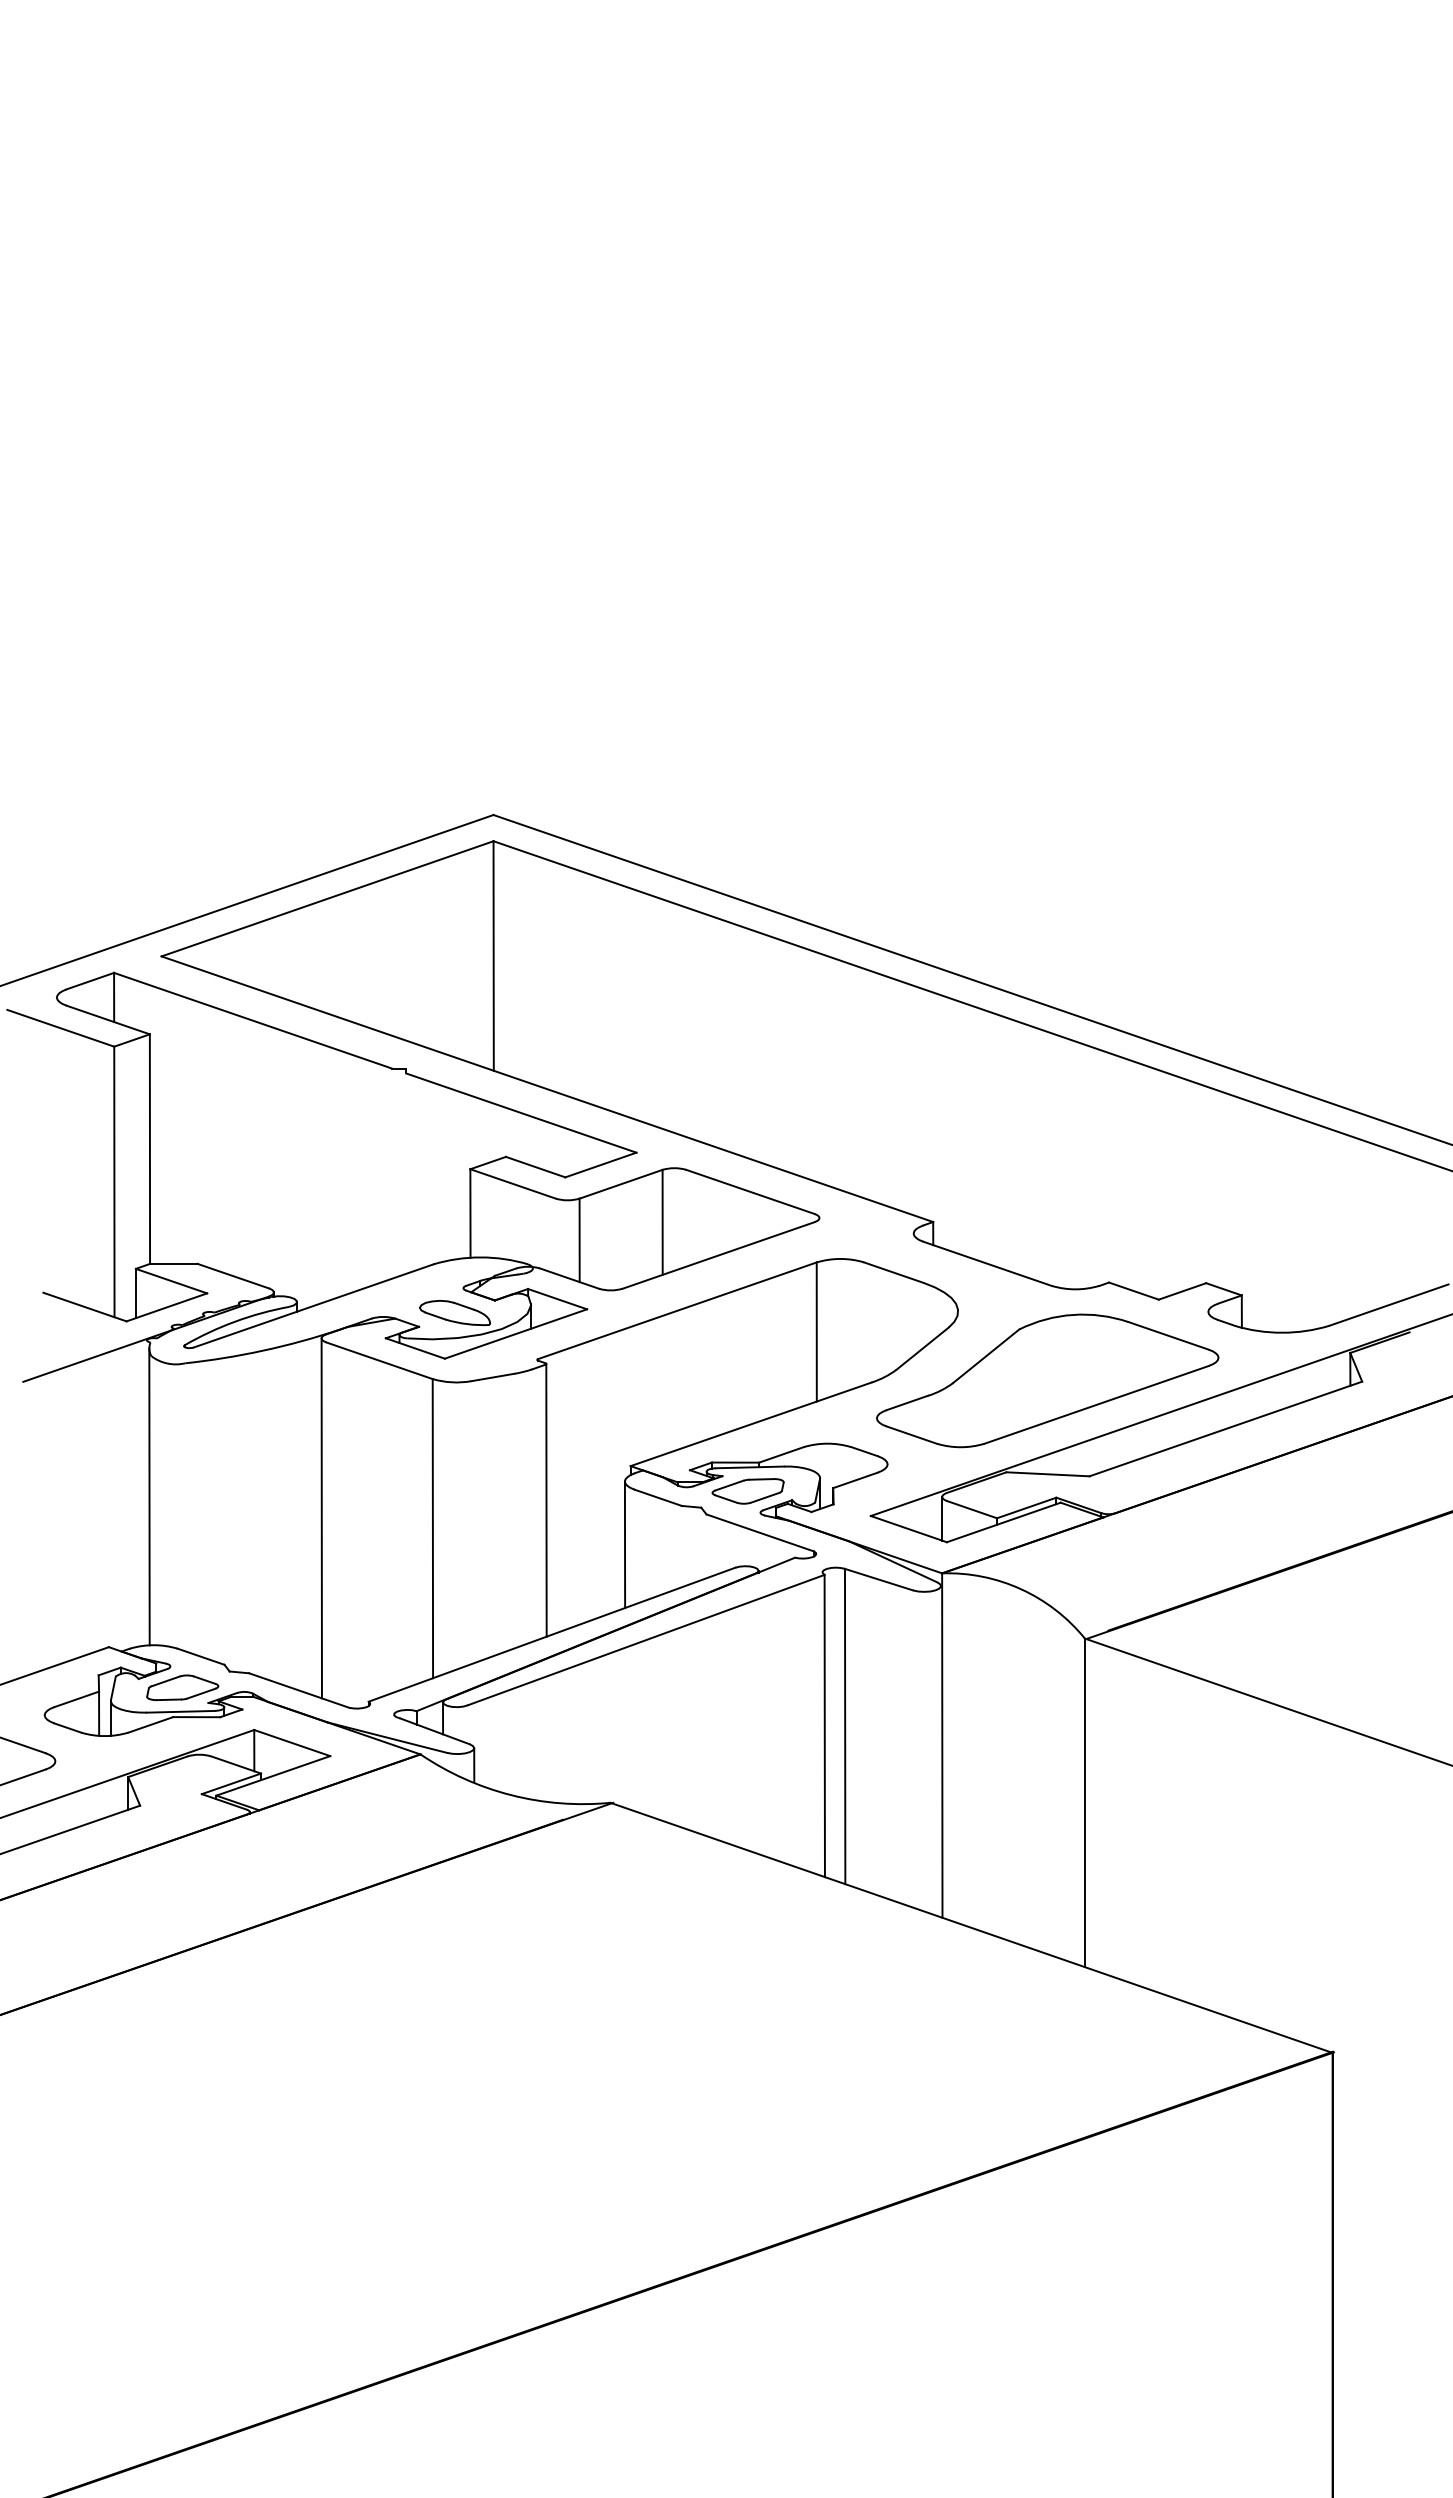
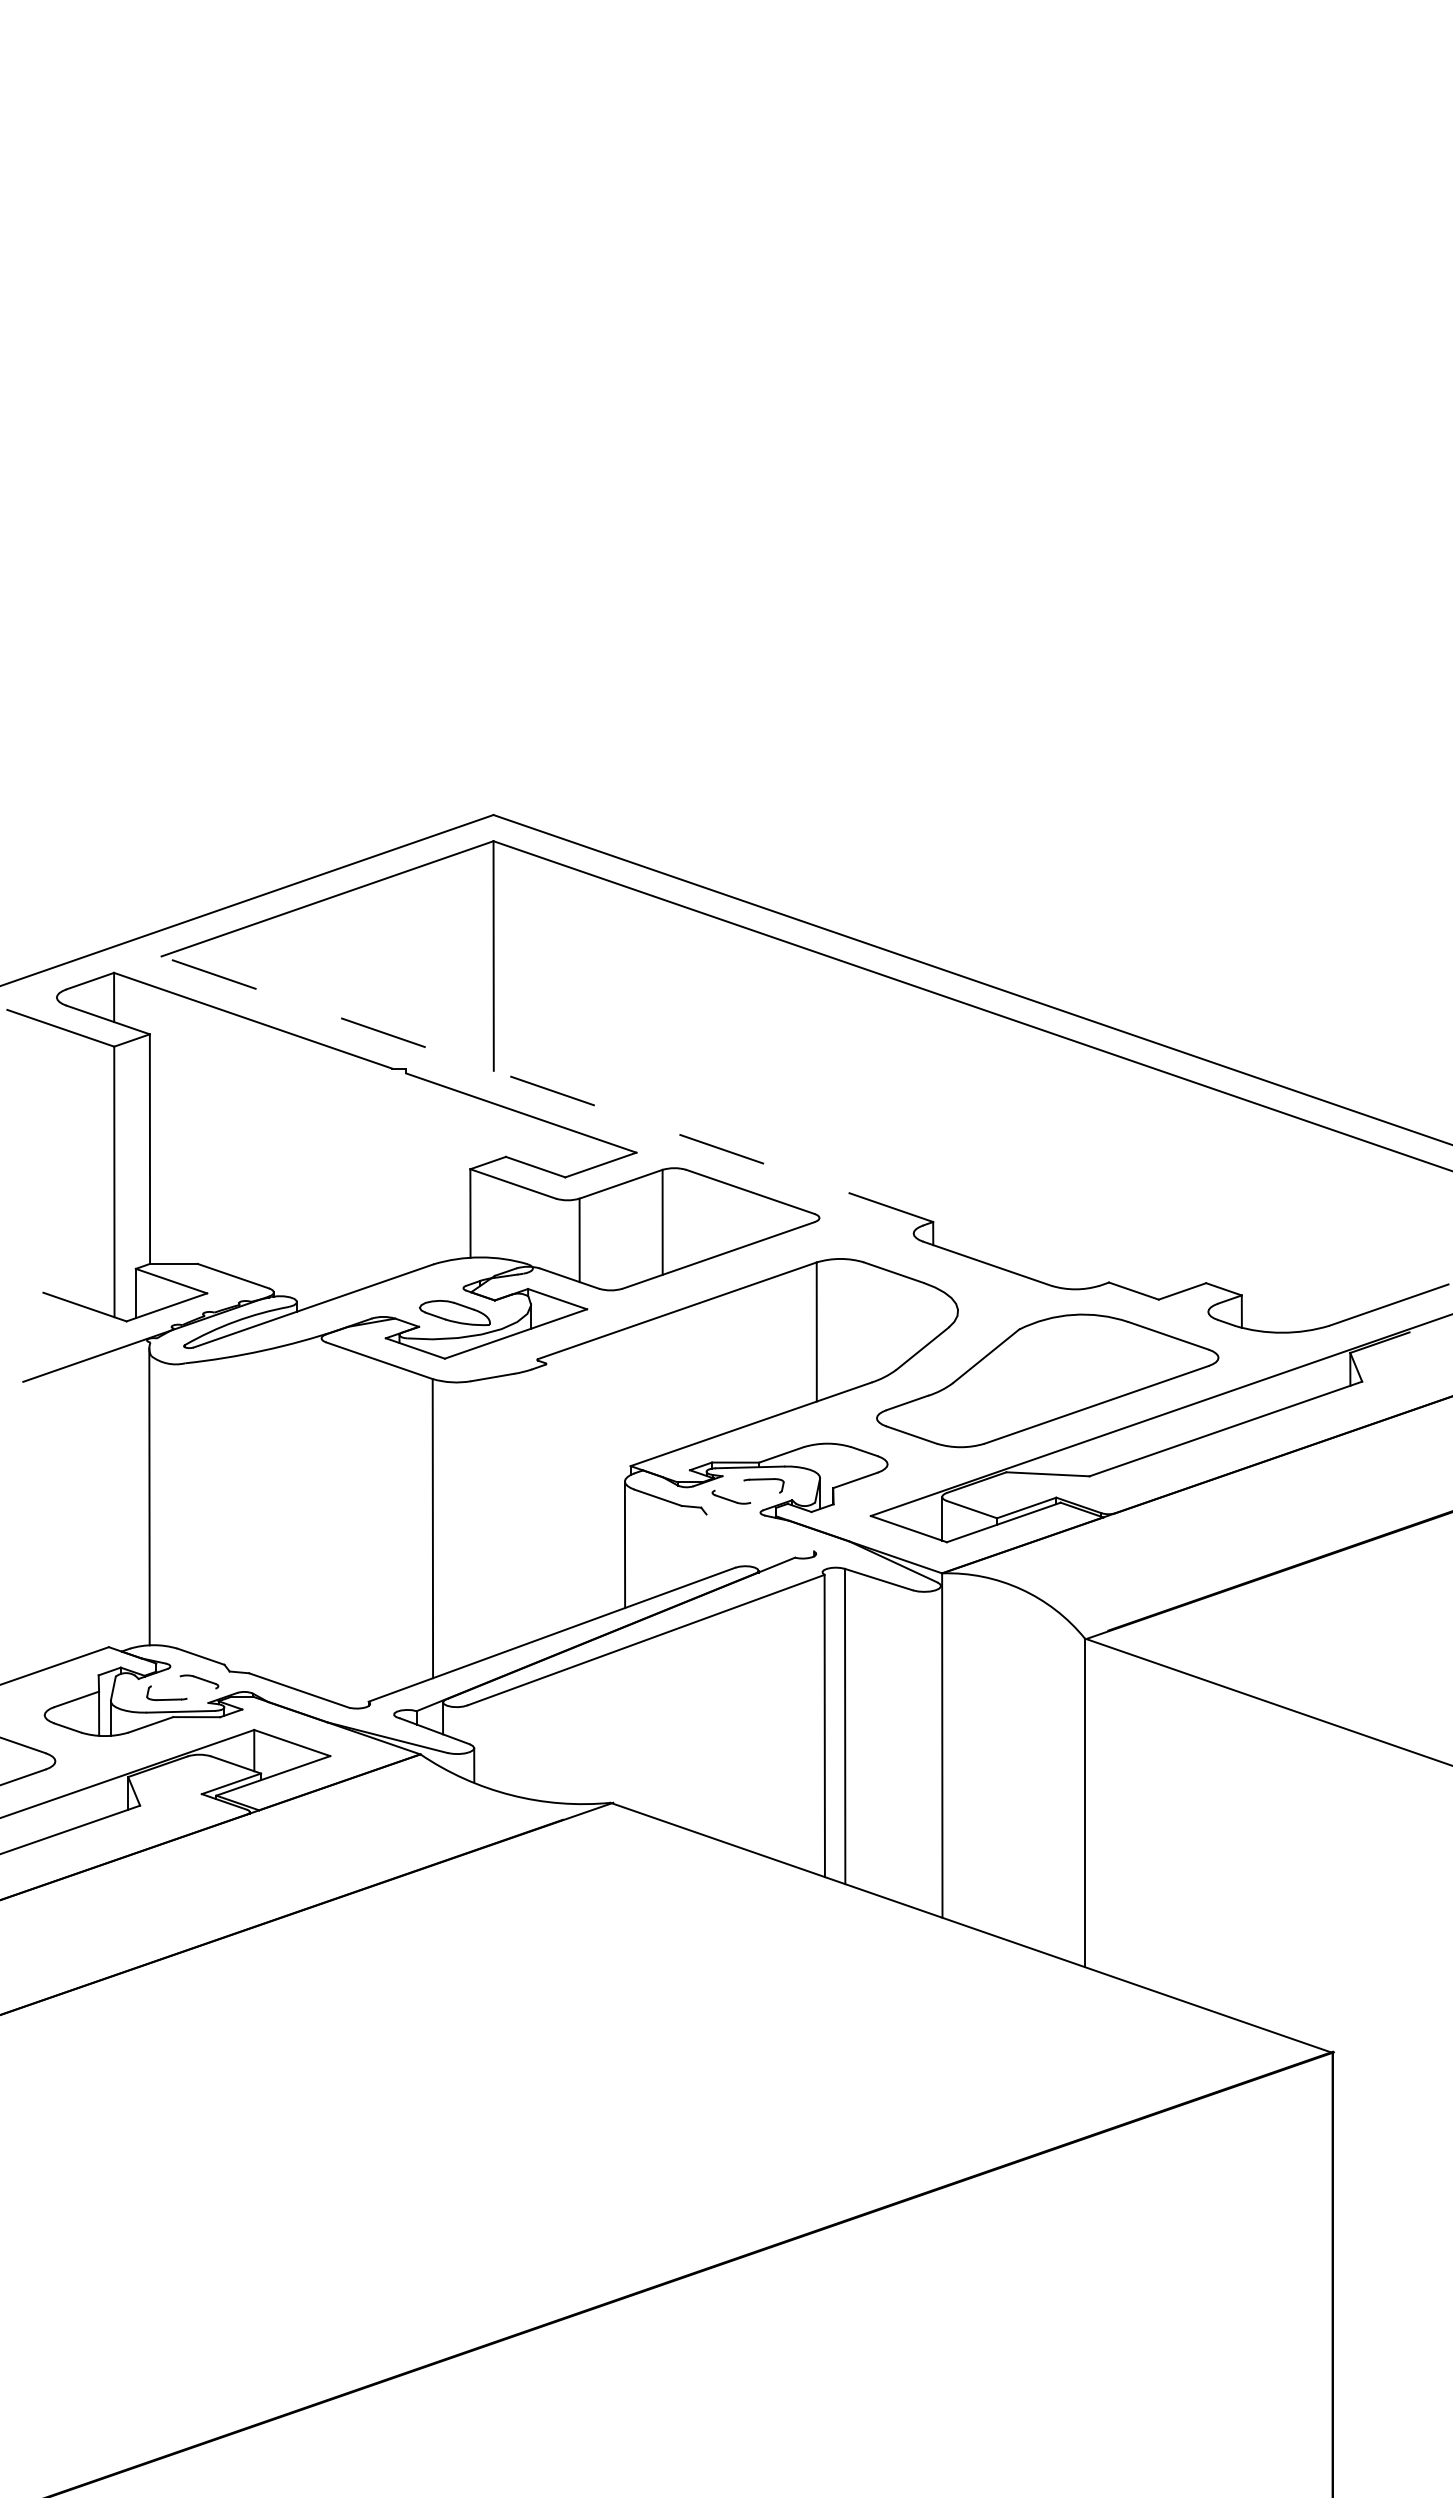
line at (546, 1089): solid -> dashed
line at (729, 1485): present -> none
line at (765, 1497): present -> none
line at (546, 1499): present -> none
line at (321, 1518): present -> none
line at (760, 1532): present -> none
line at (165, 1681): present -> none
line at (201, 1693): present -> none
